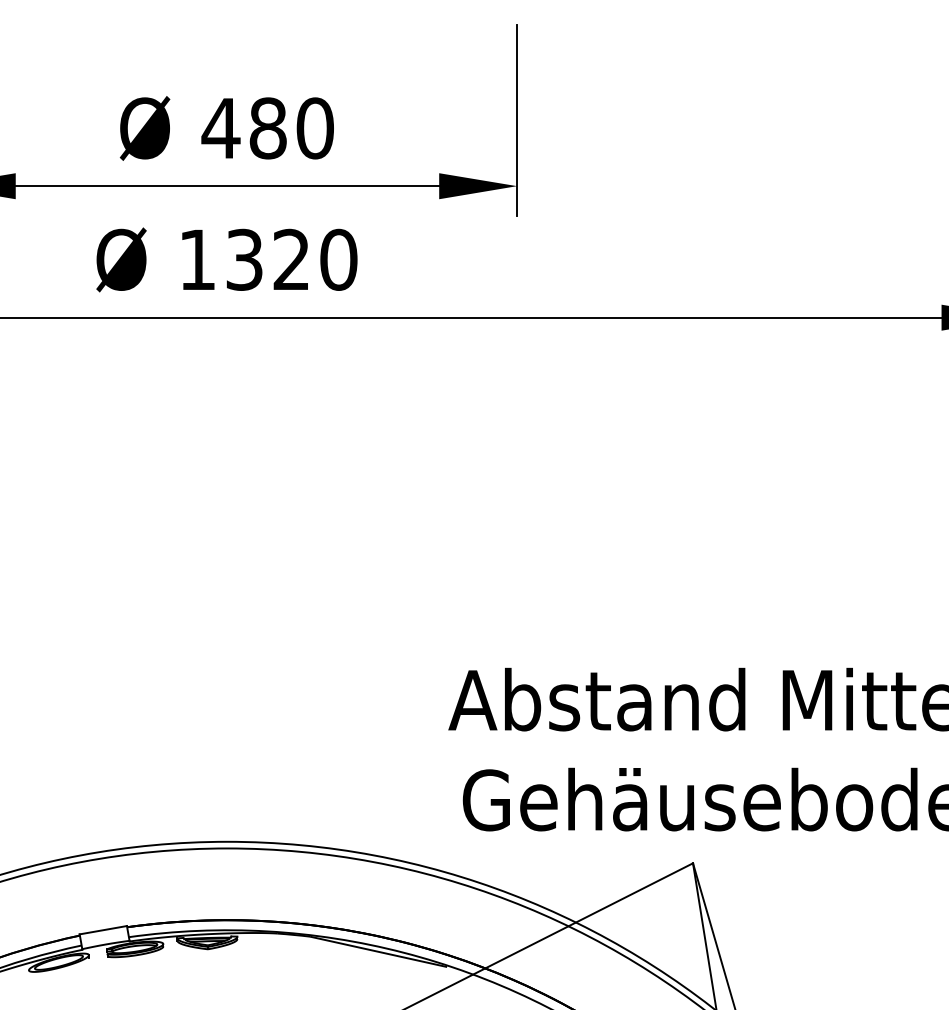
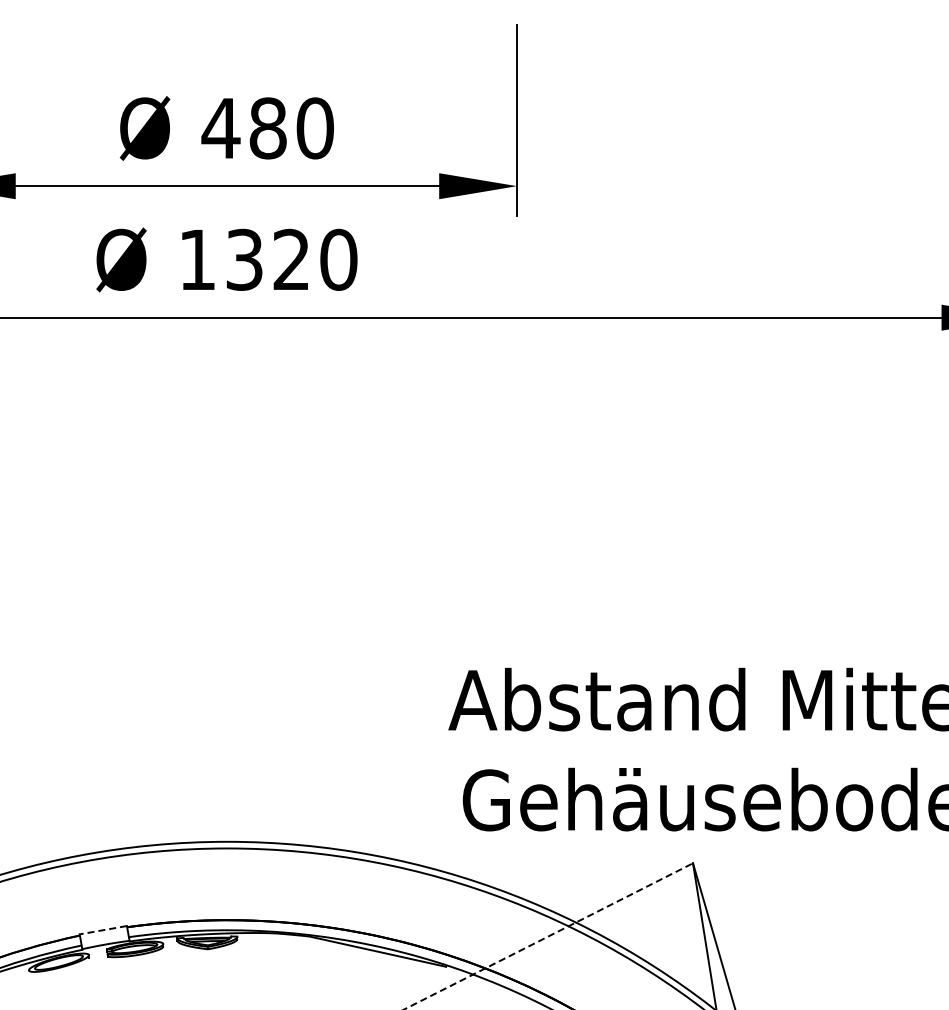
line at (103, 930): solid -> dashed
line at (548, 936): solid -> dashed
